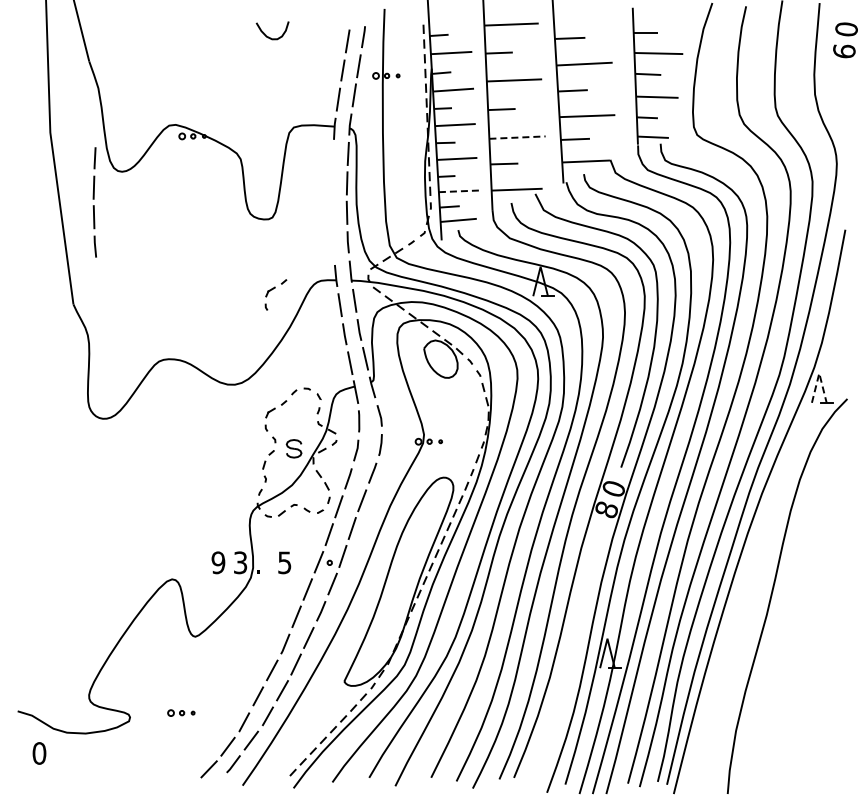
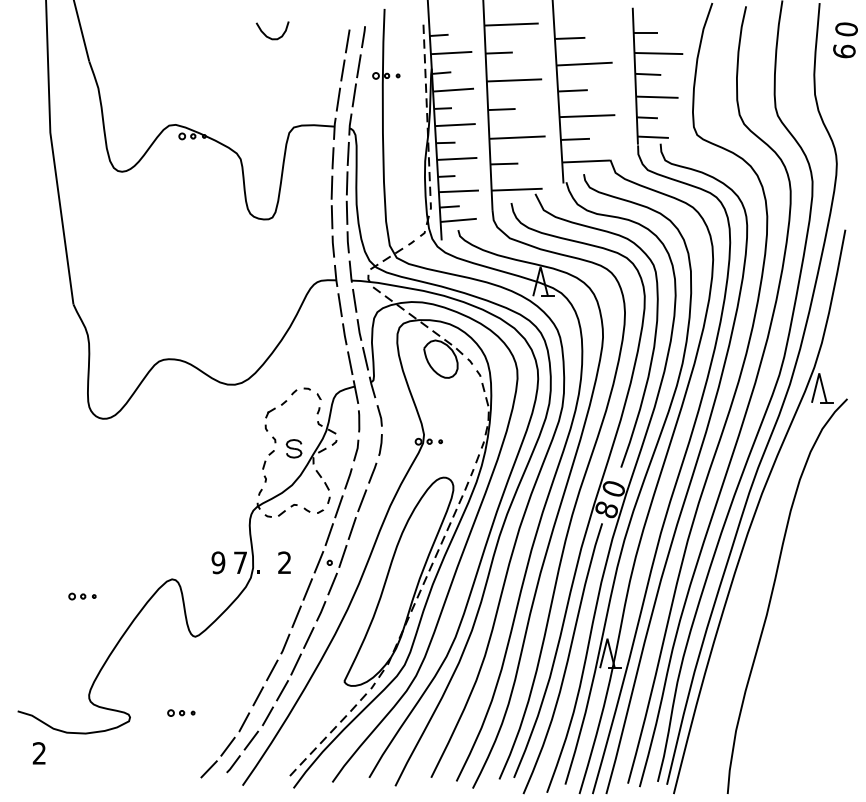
line at (518, 137): dashed -> solid
line at (459, 191): dashed -> solid
part at (94, 202) position: (94, 202) -> (332, 202)
part at (275, 294): present -> none
line at (819, 373): dashed -> solid
text at (240, 562): 3 -> 7
text at (284, 562): 5 -> 2
part at (82, 596): none -> present
curve at (566, 660): none -> present
text at (39, 753): 0 -> 2
